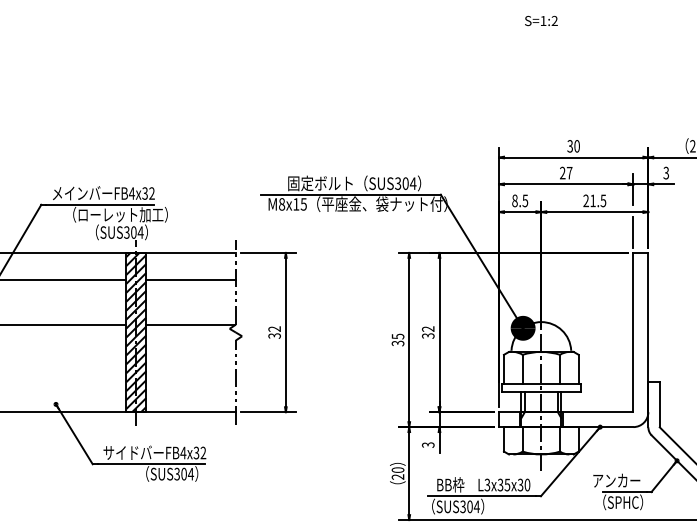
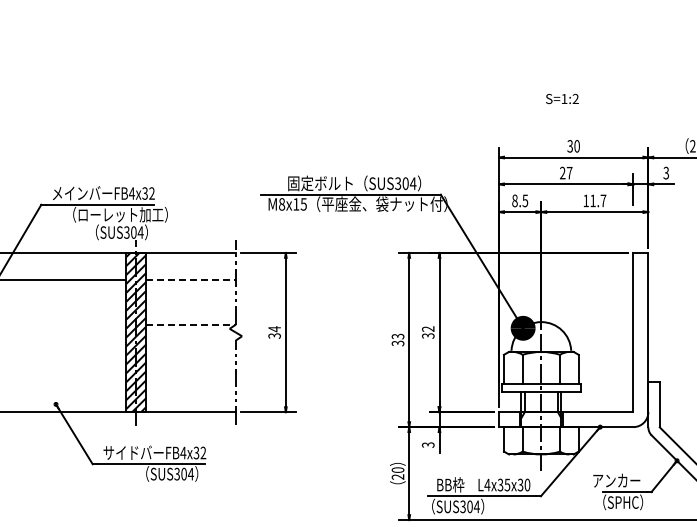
text at (541, 20) position: (541, 20) -> (562, 98)
text at (594, 200): 21.5 -> 11.7
line at (633, 231): present -> none
line at (191, 280): solid -> dashed
line at (64, 325): present -> none
line at (191, 325): solid -> dashed
text at (274, 329): 32 -> 34
text at (397, 336): 35 -> 33
text at (487, 484): L3x35x30 -> L4x35x30
